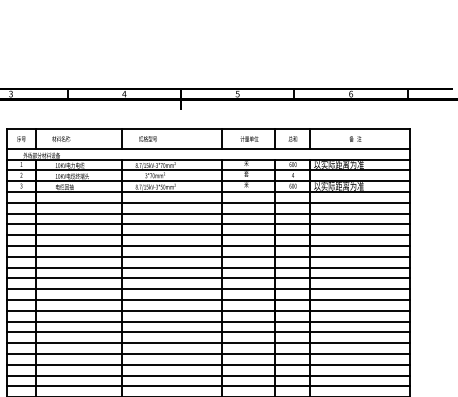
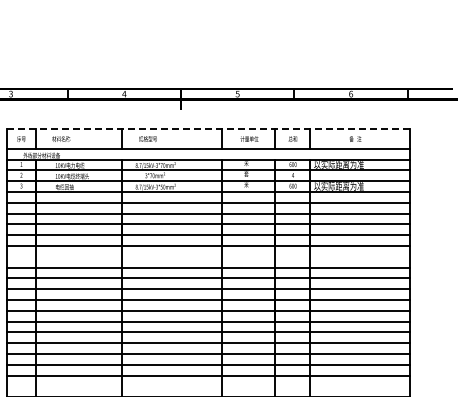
line at (208, 129): solid -> dashed
line at (207, 256): present -> none
line at (207, 386): present -> none
